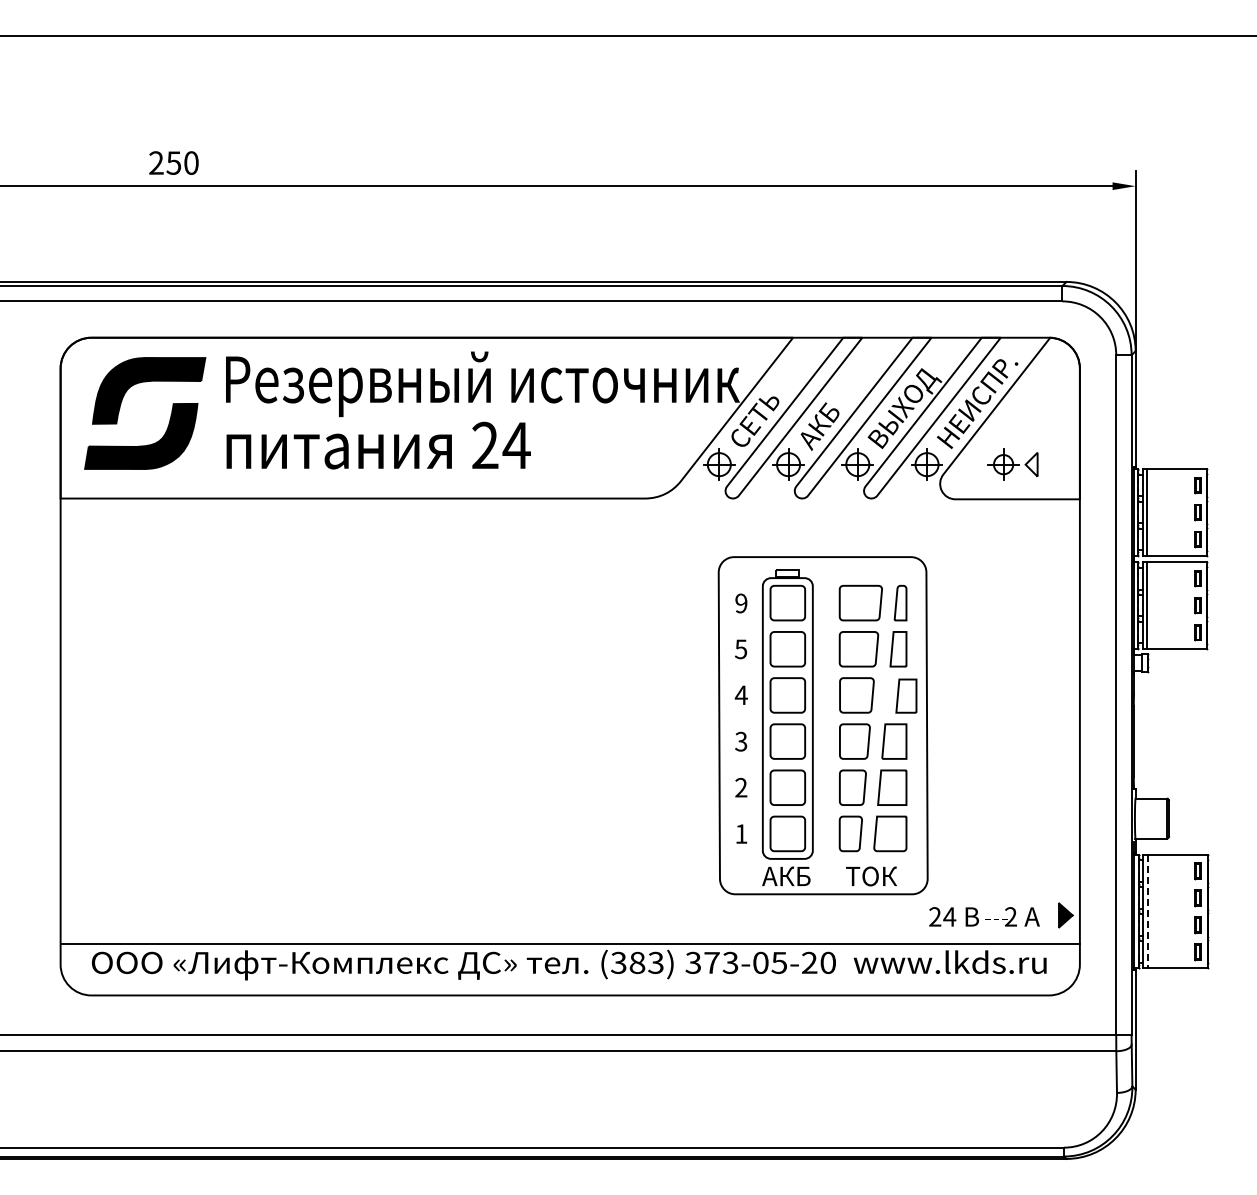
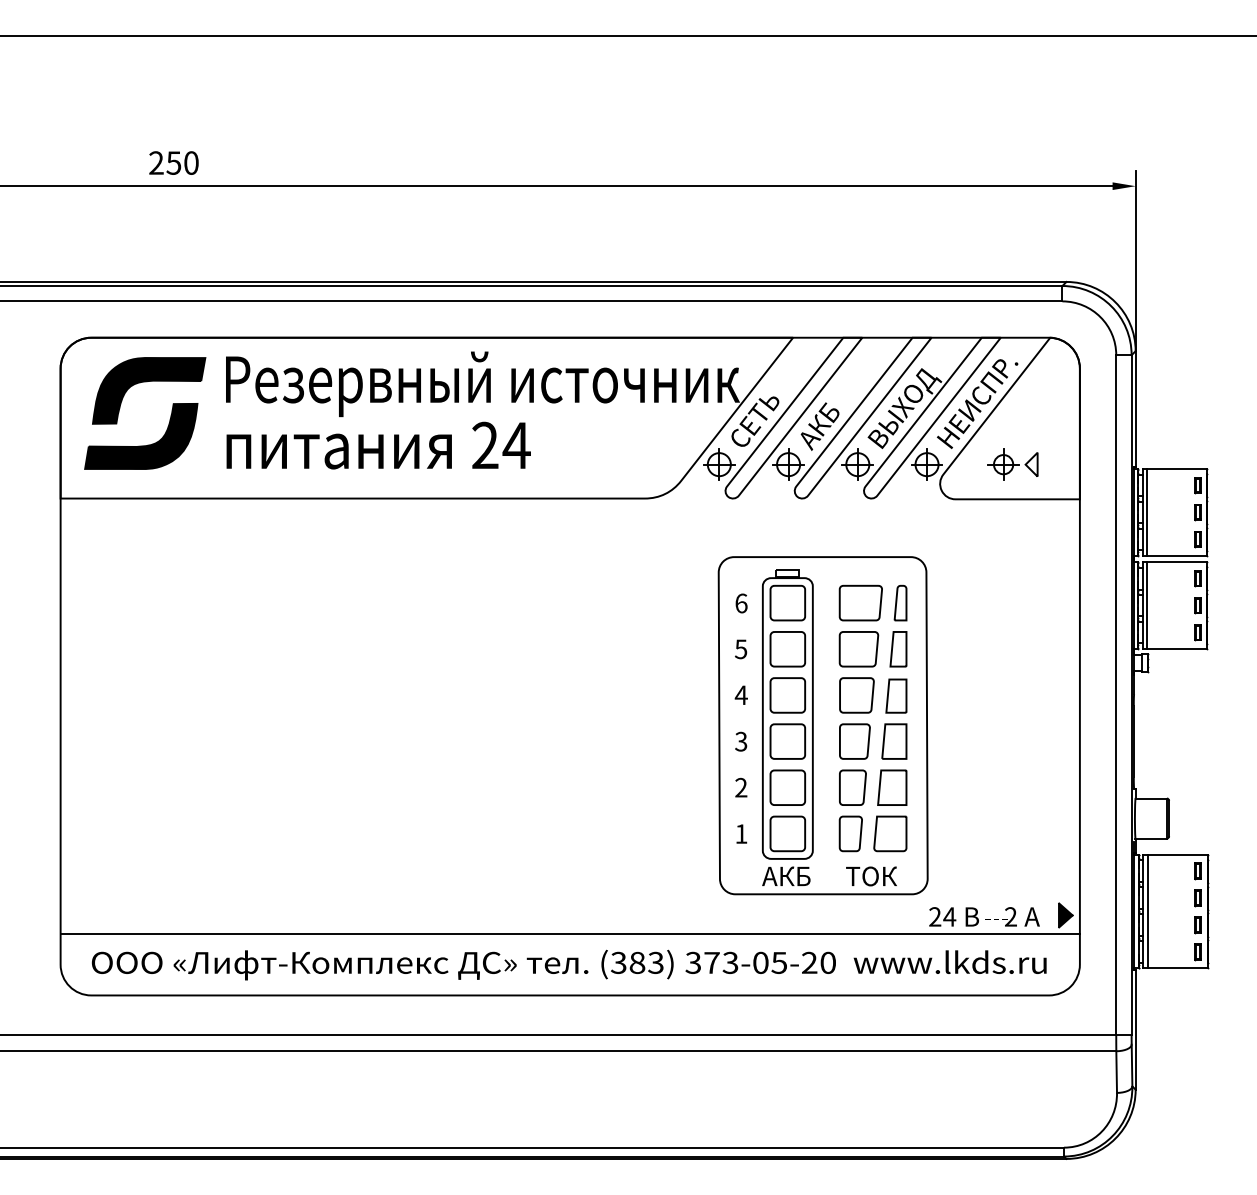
text at (741, 603): 9 -> 6
part at (906, 695) position: (906, 695) -> (896, 695)
line at (1147, 911): dashed -> solid
line at (569, 943) position: (569, 943) -> (569, 933)
